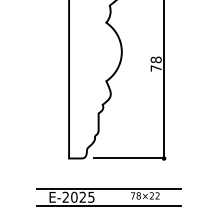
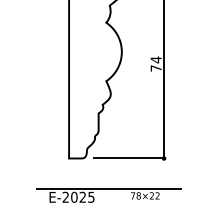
text at (155, 59): 78 -> 74
line at (108, 205): present -> none
